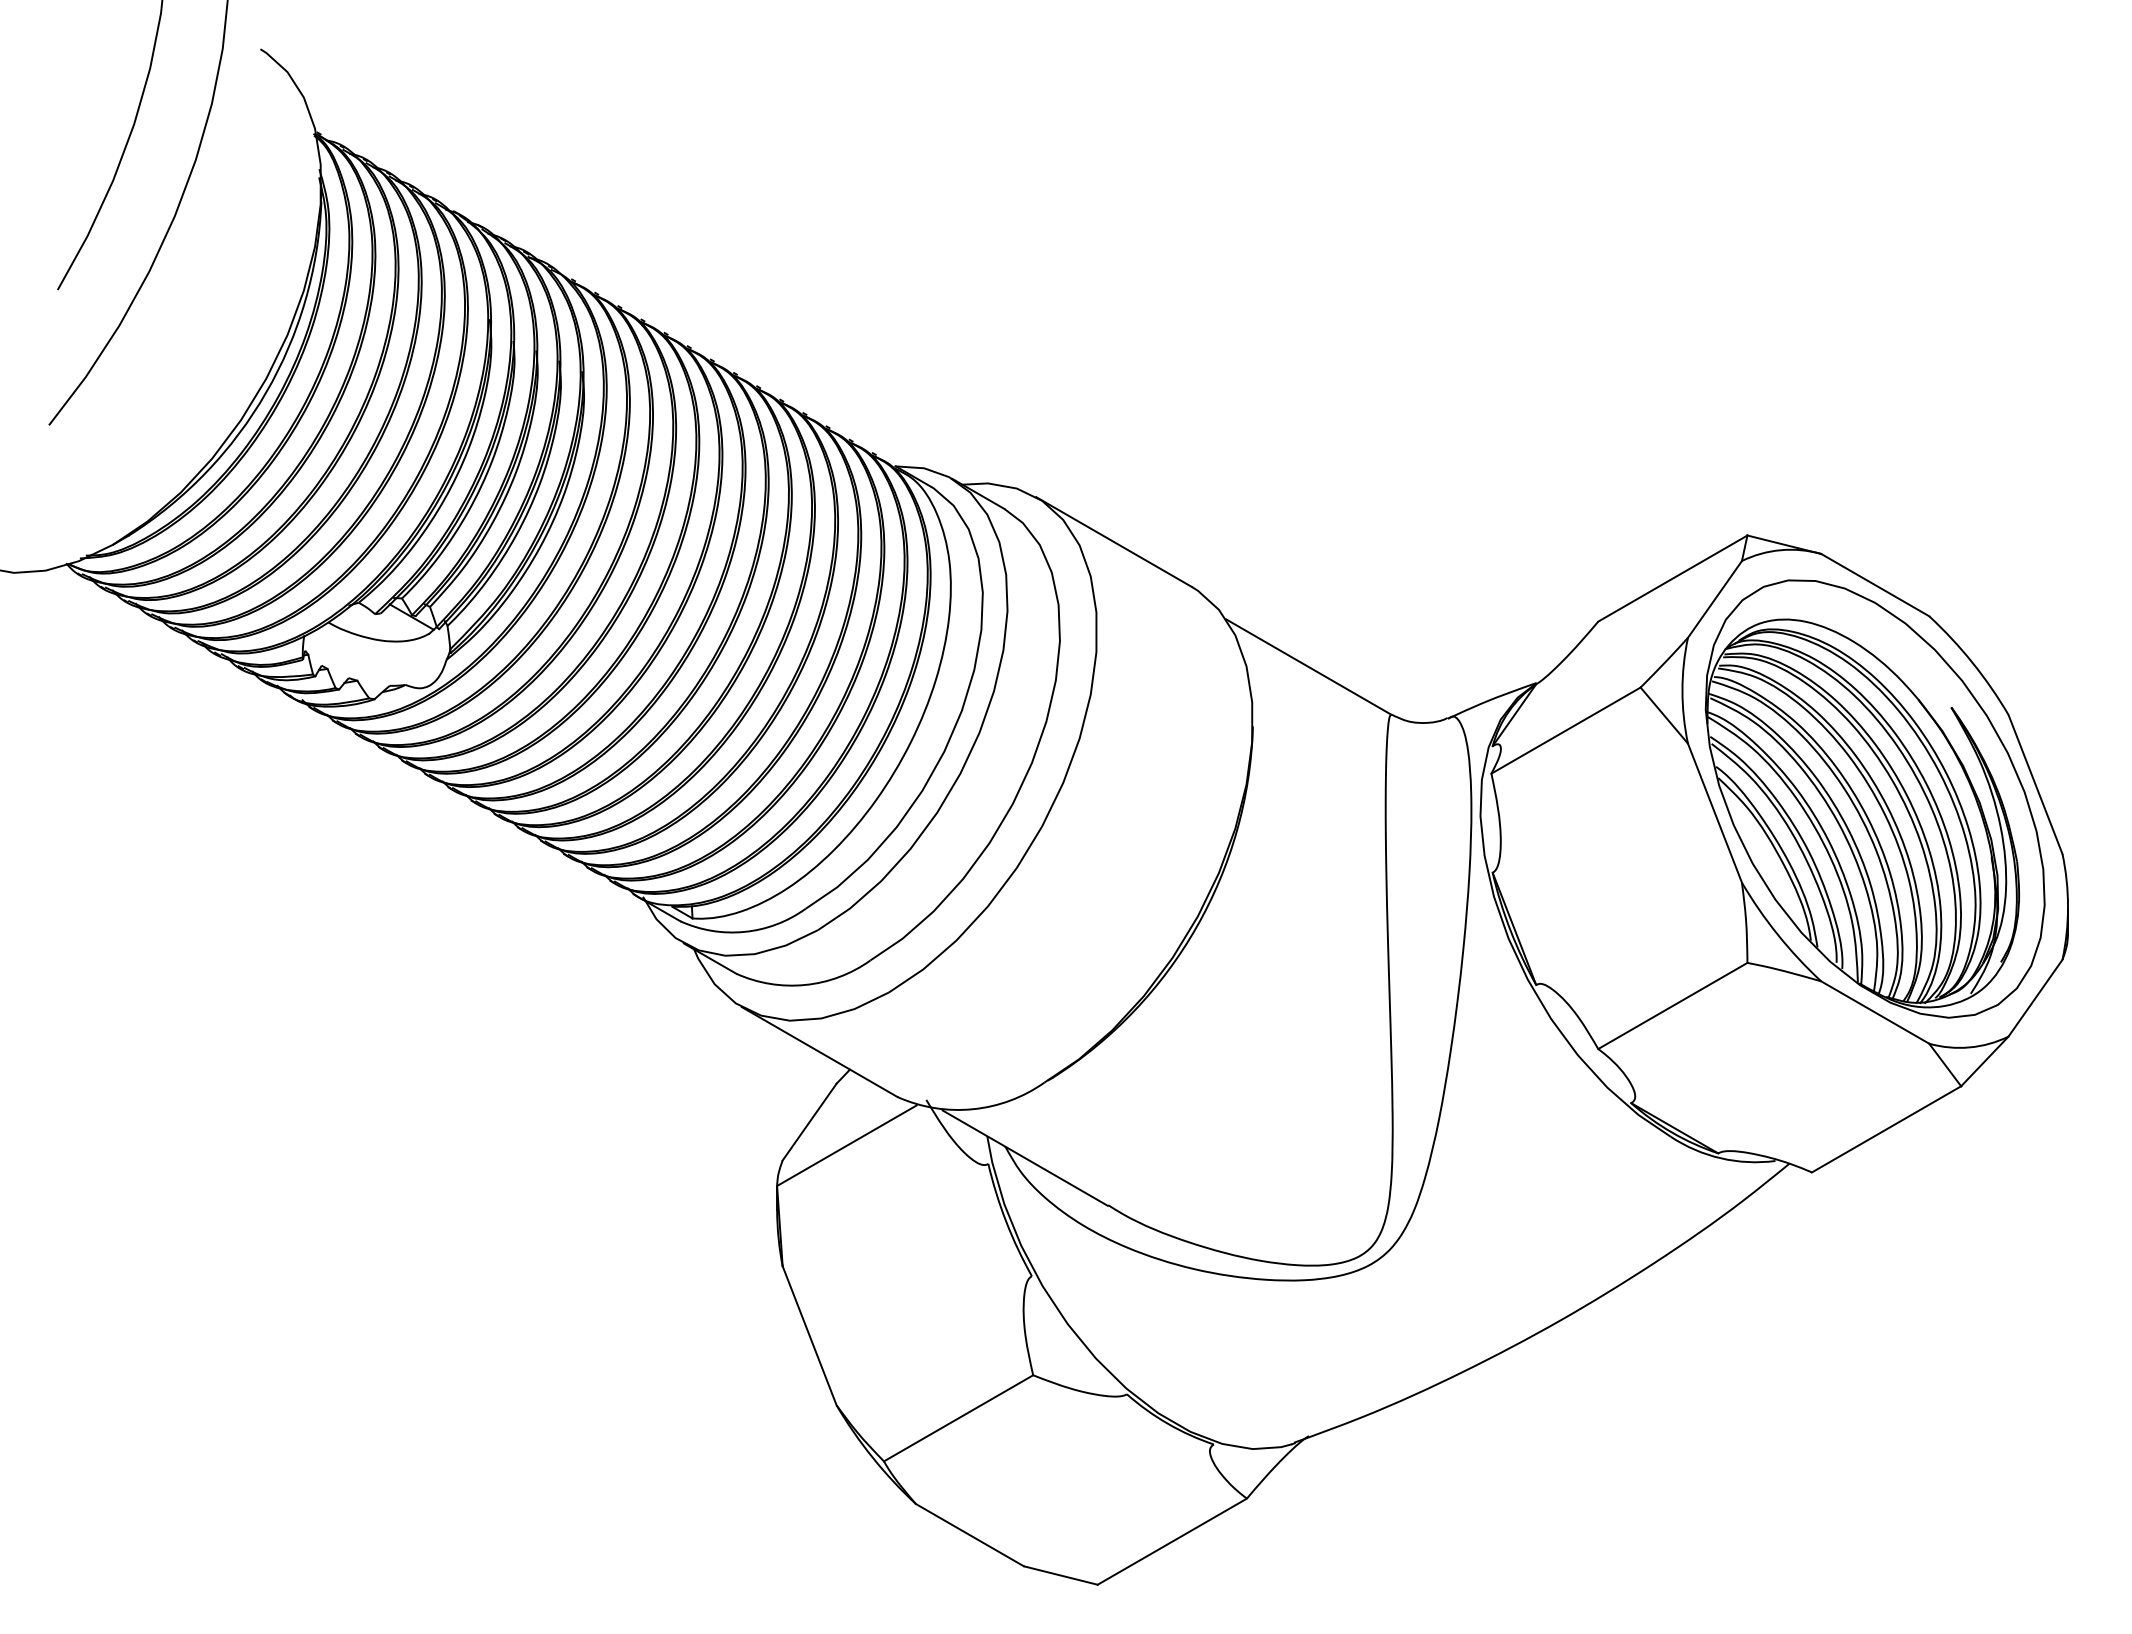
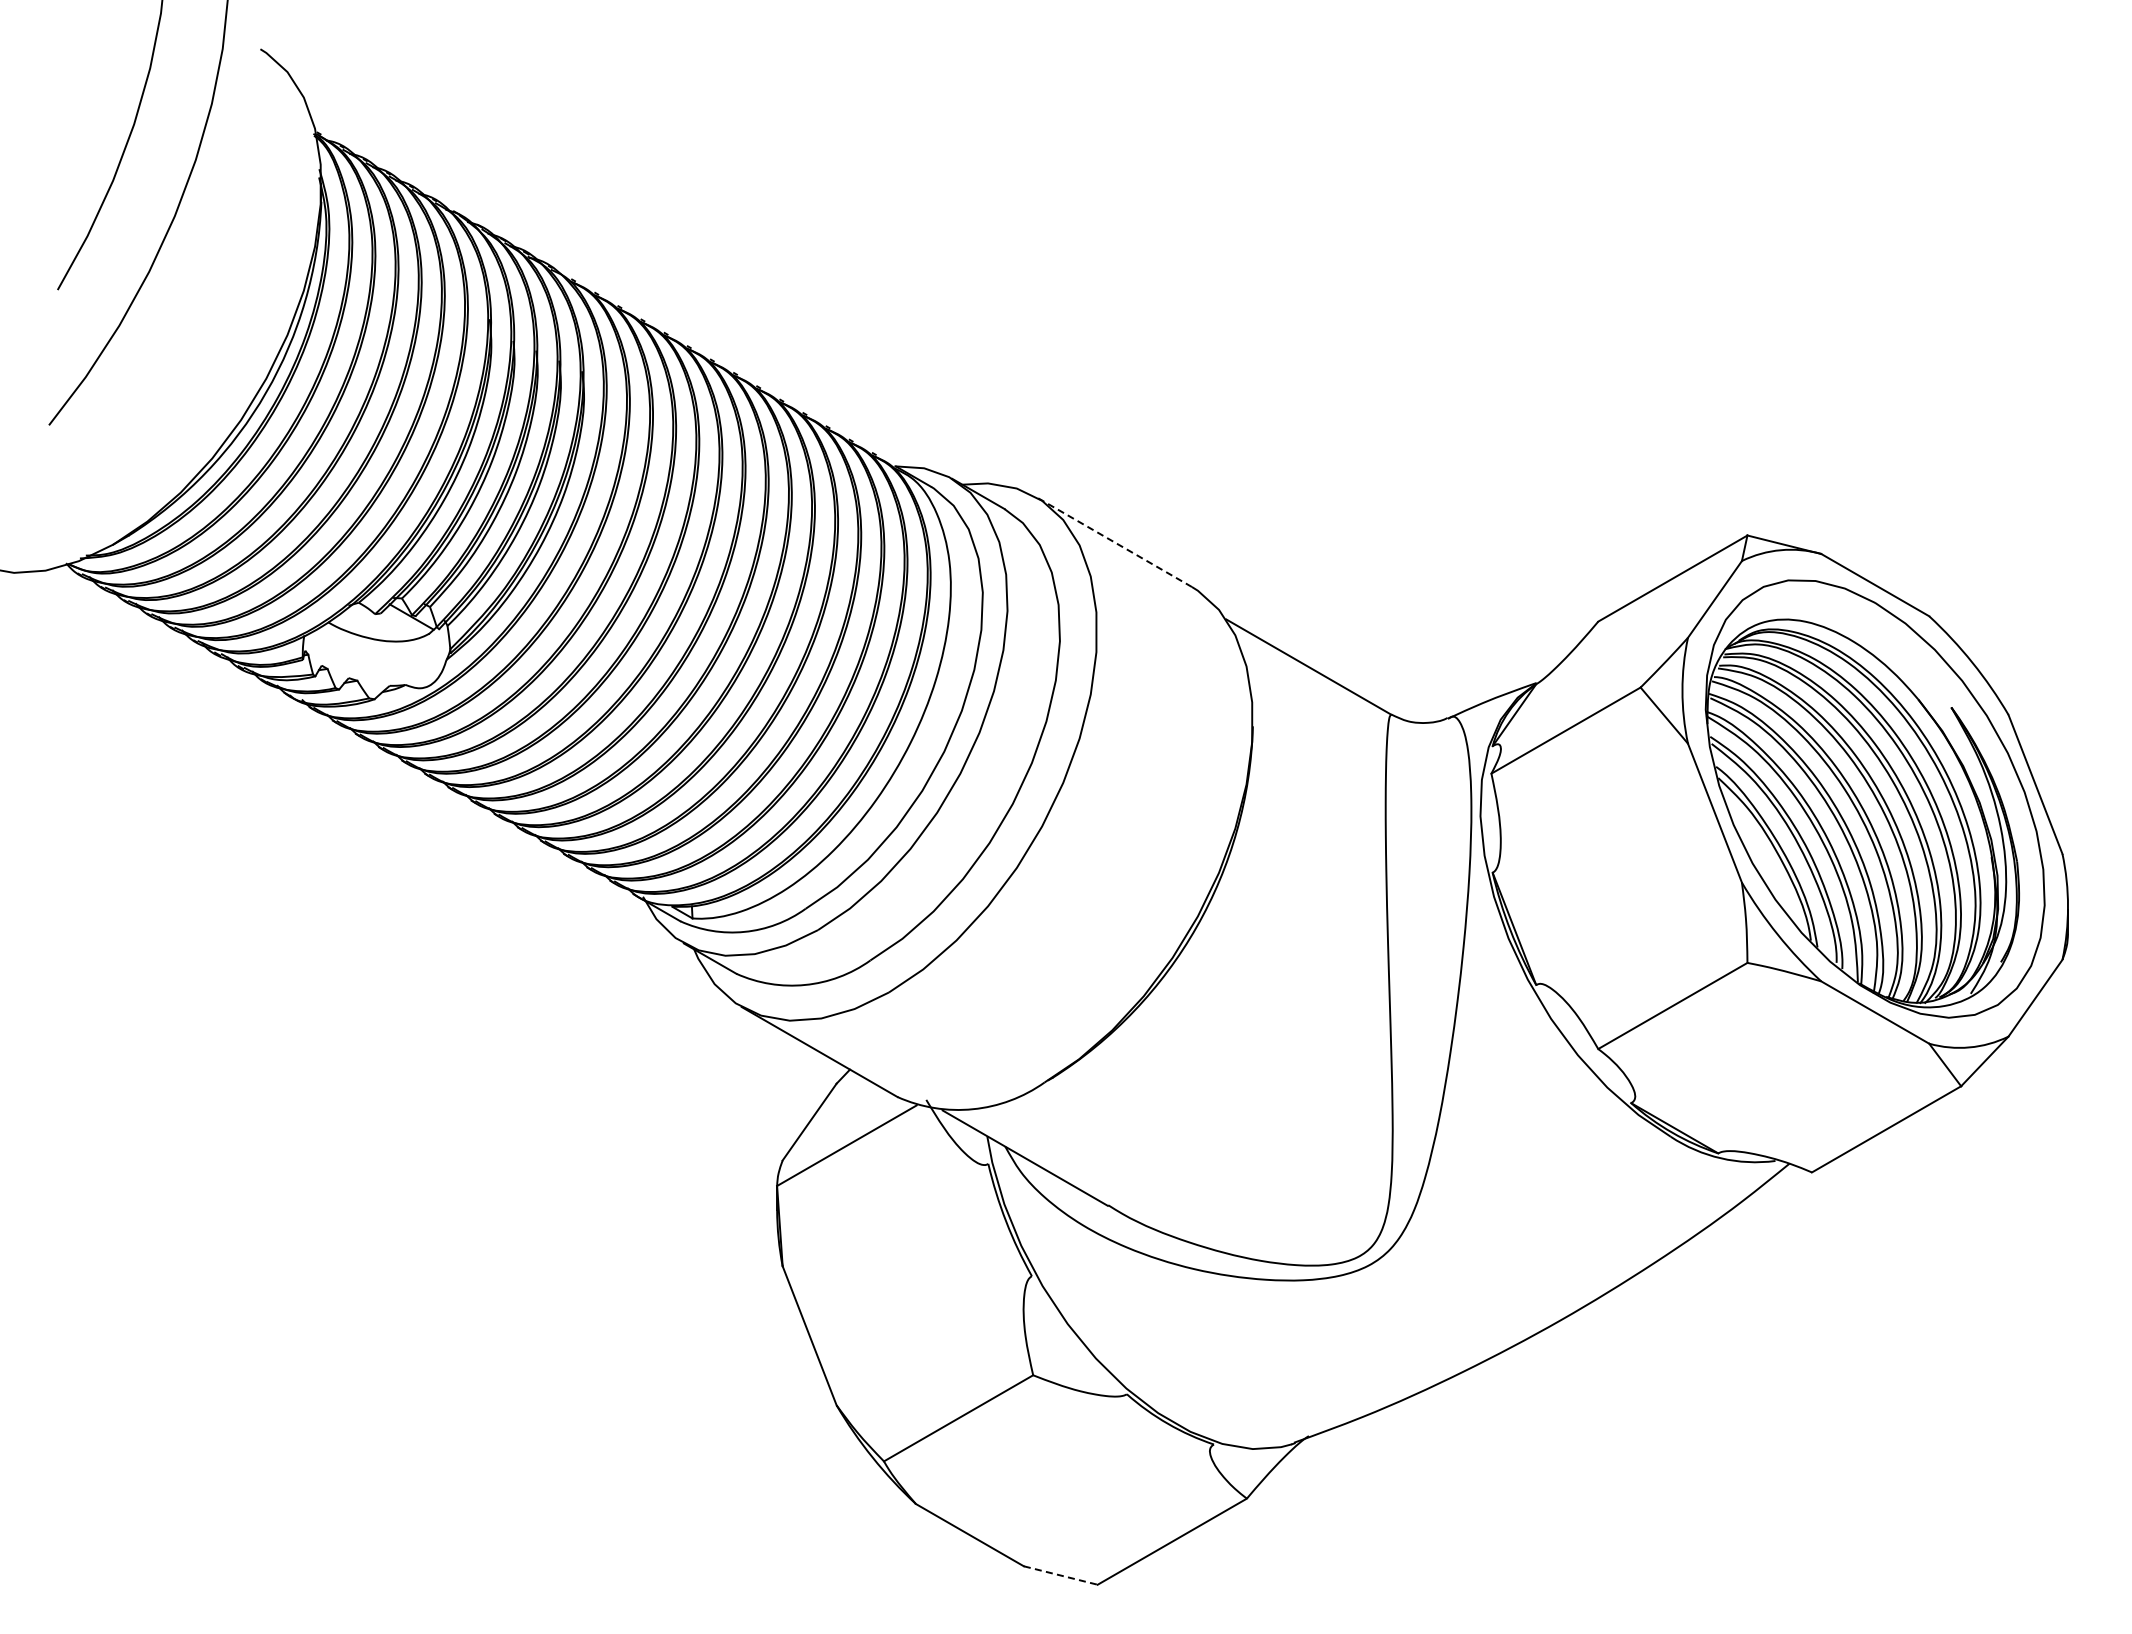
line at (1114, 542): solid -> dashed
line at (1061, 1575): solid -> dashed
